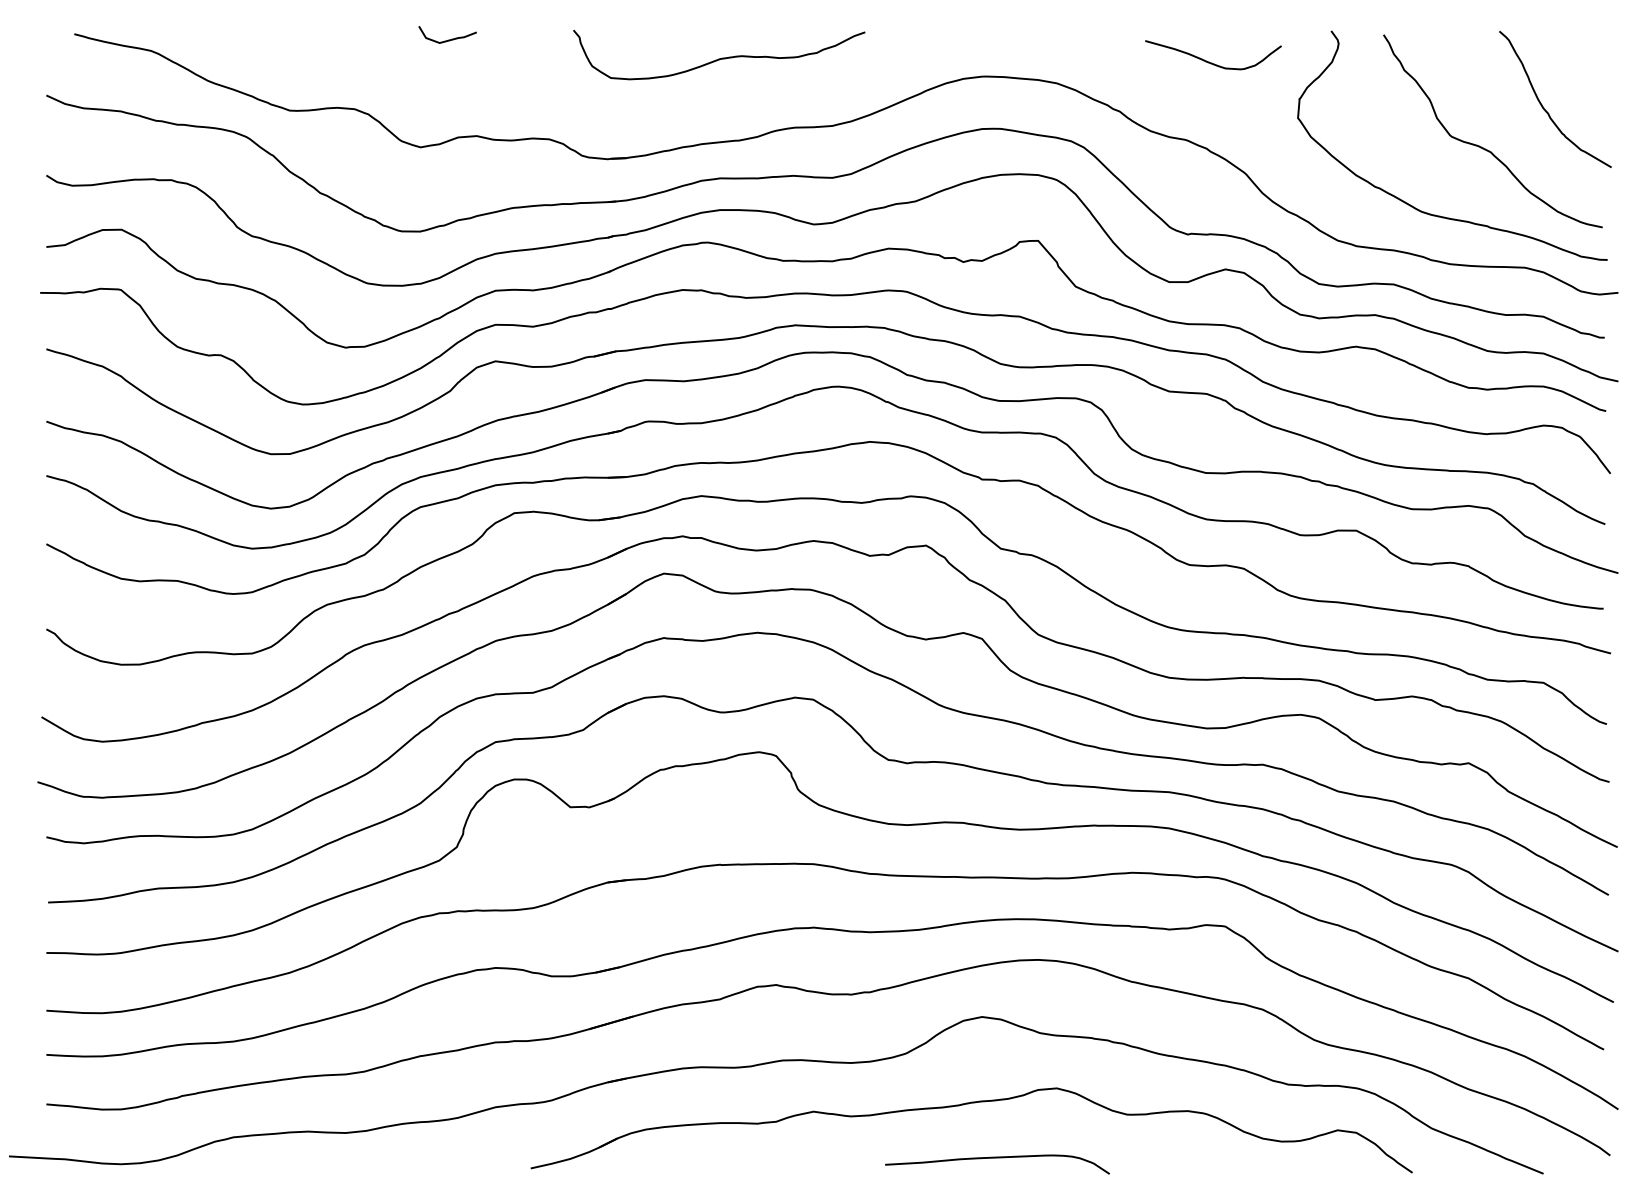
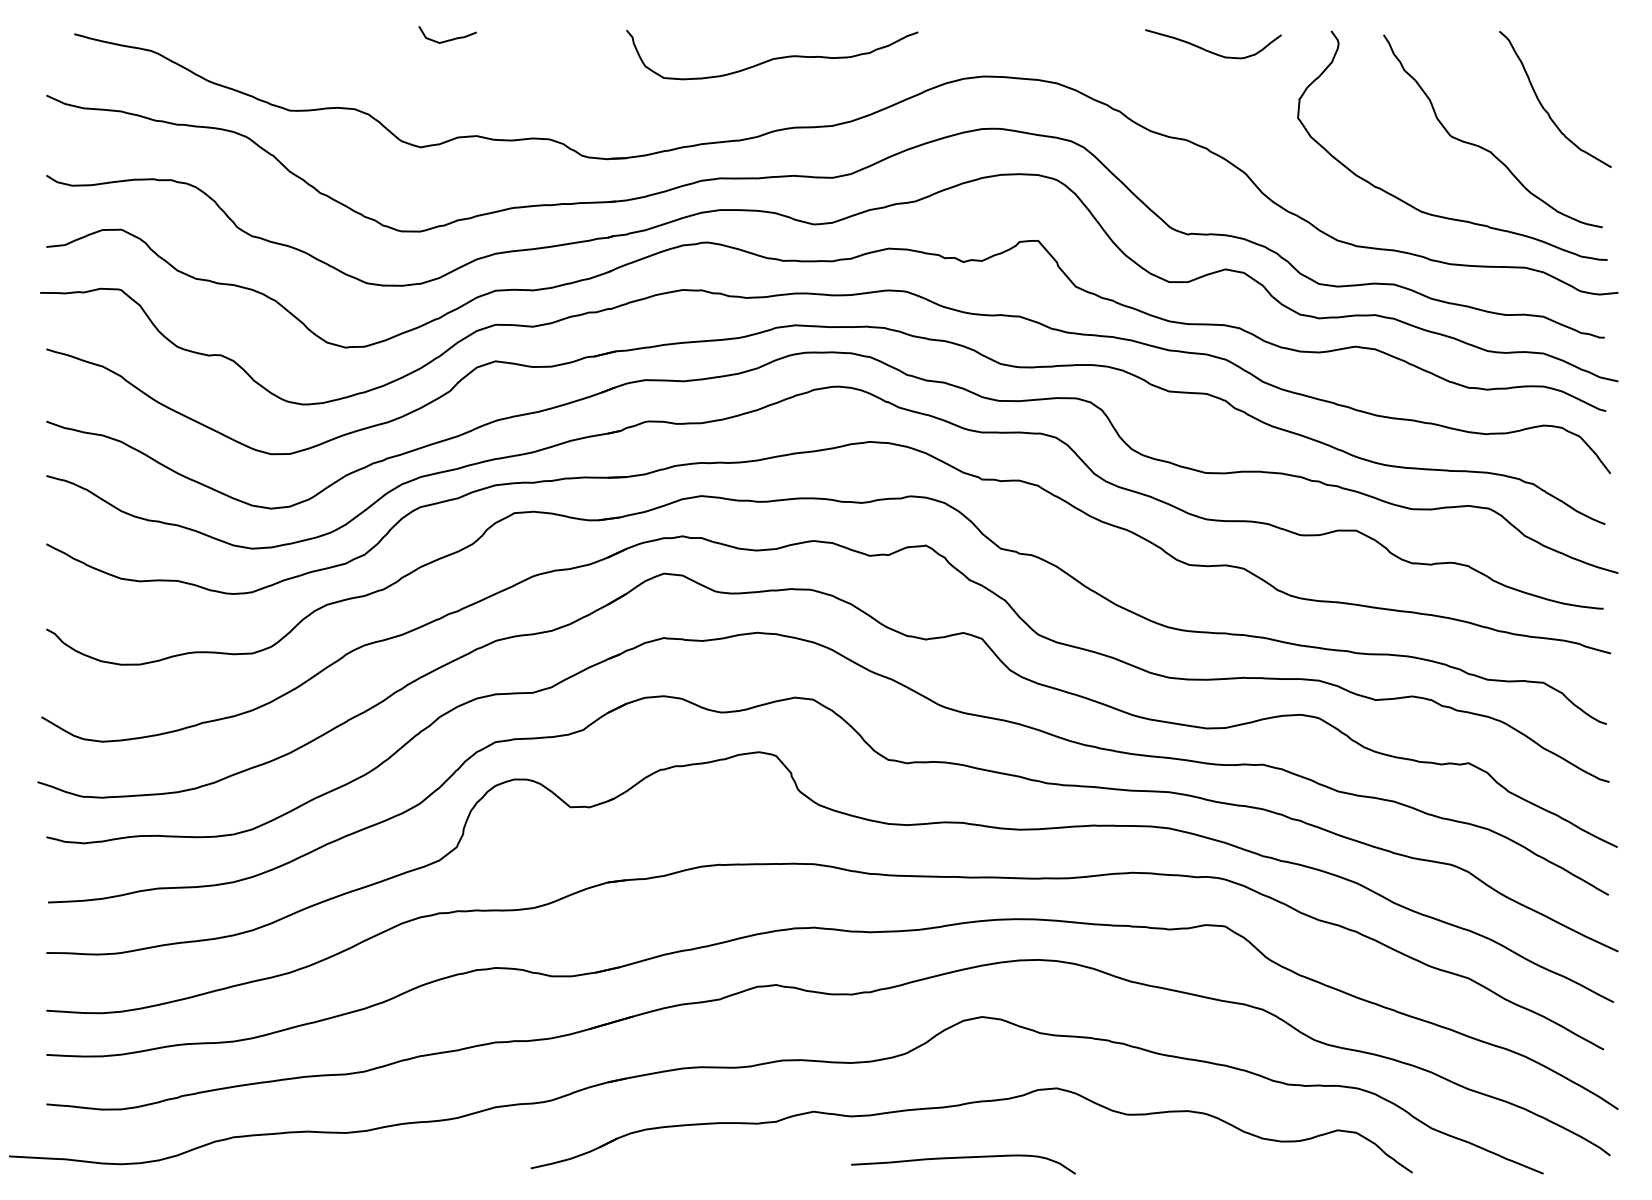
curve at (719, 58) position: (719, 58) -> (772, 58)
curve at (1212, 62) position: (1212, 62) -> (1212, 51)
curve at (997, 1158) position: (997, 1158) -> (963, 1158)
